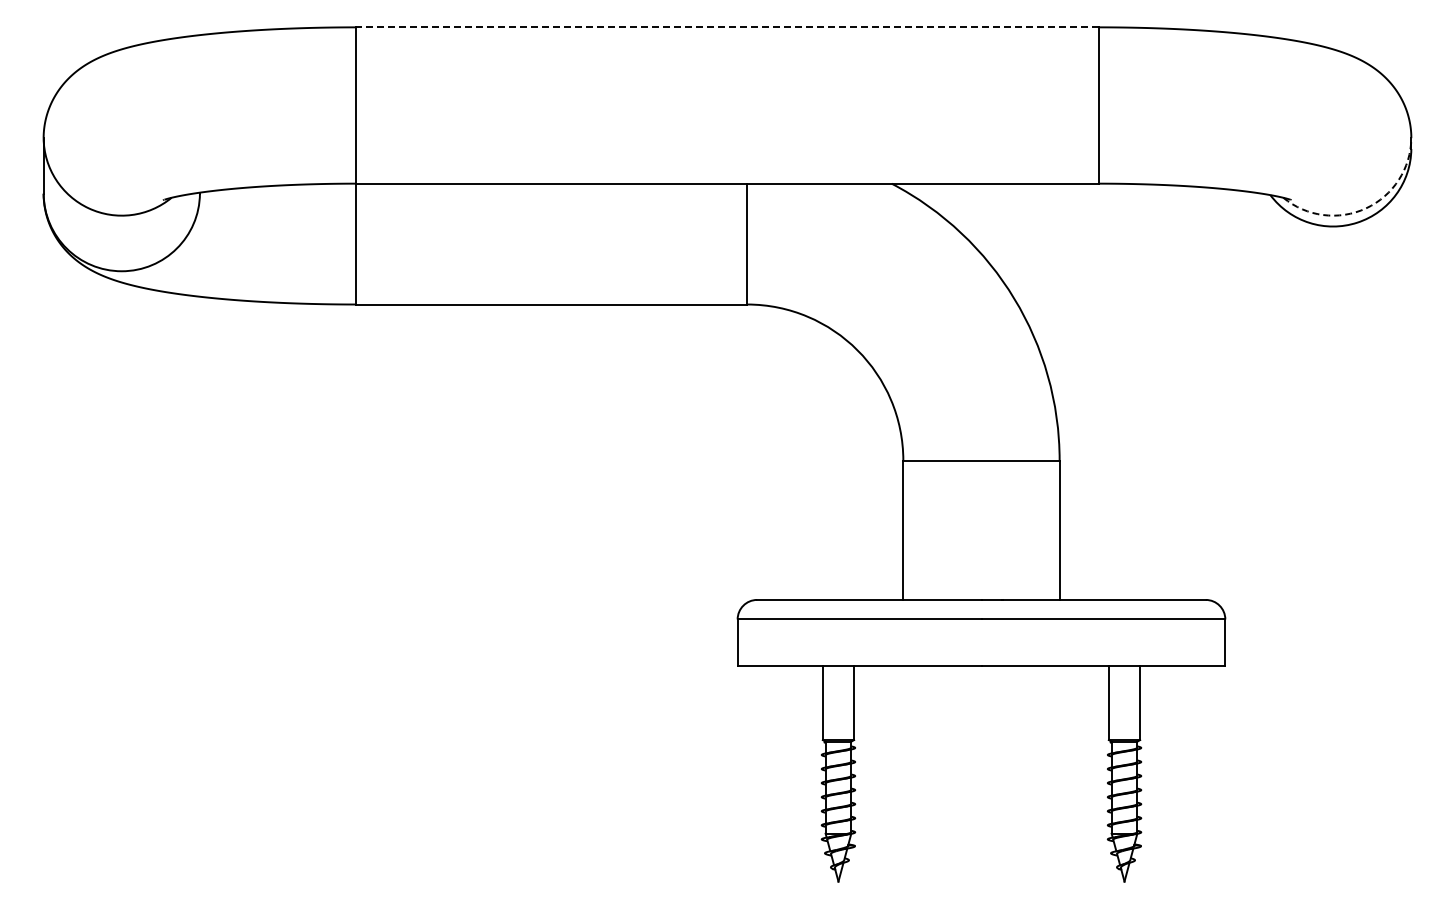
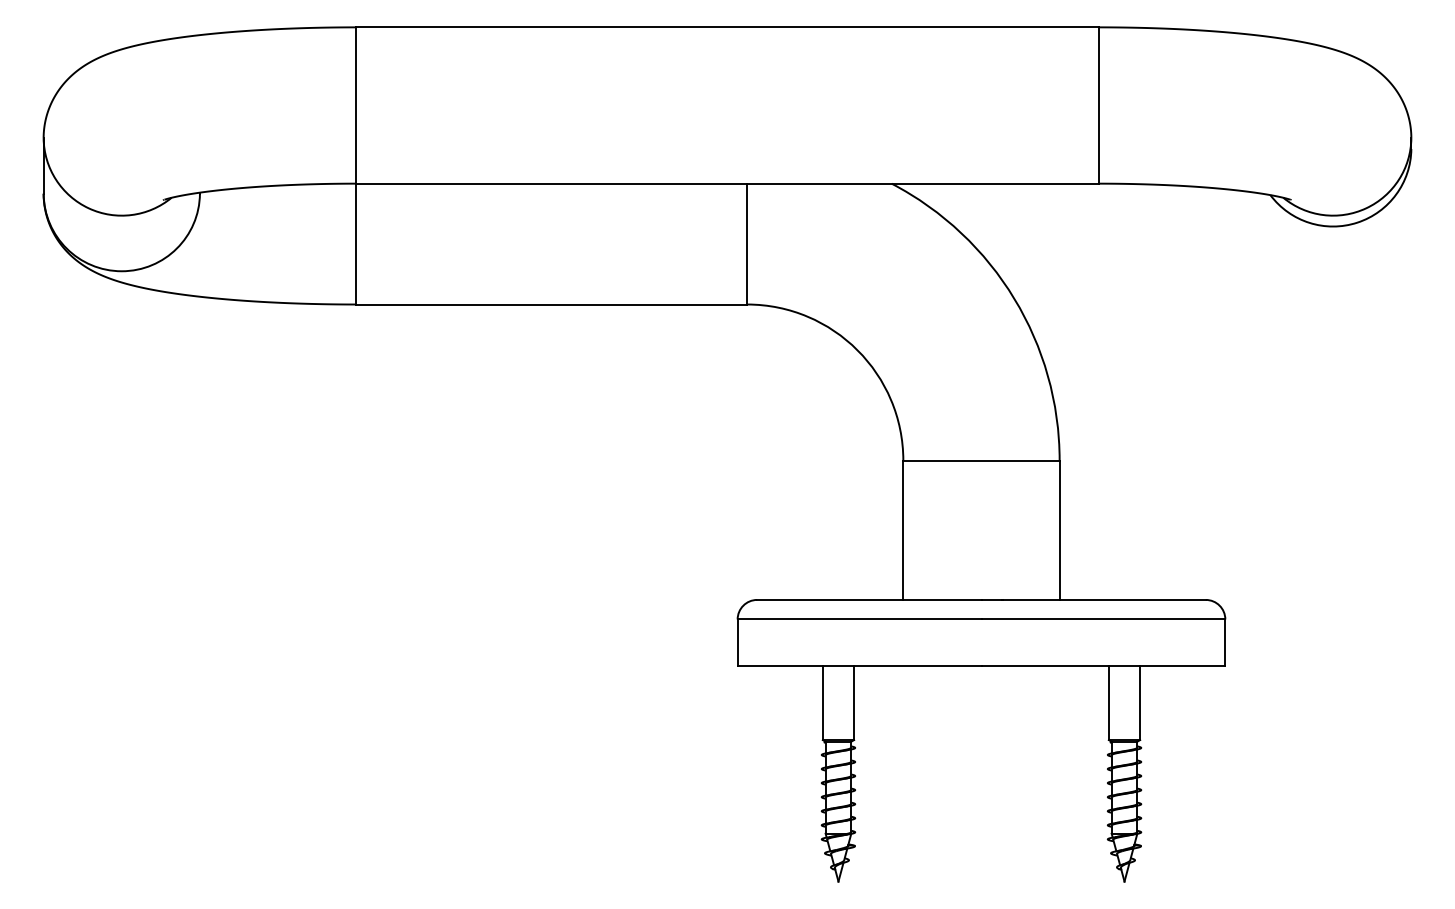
line at (727, 27): dashed -> solid
arc at (1366, 208): dashed -> solid
